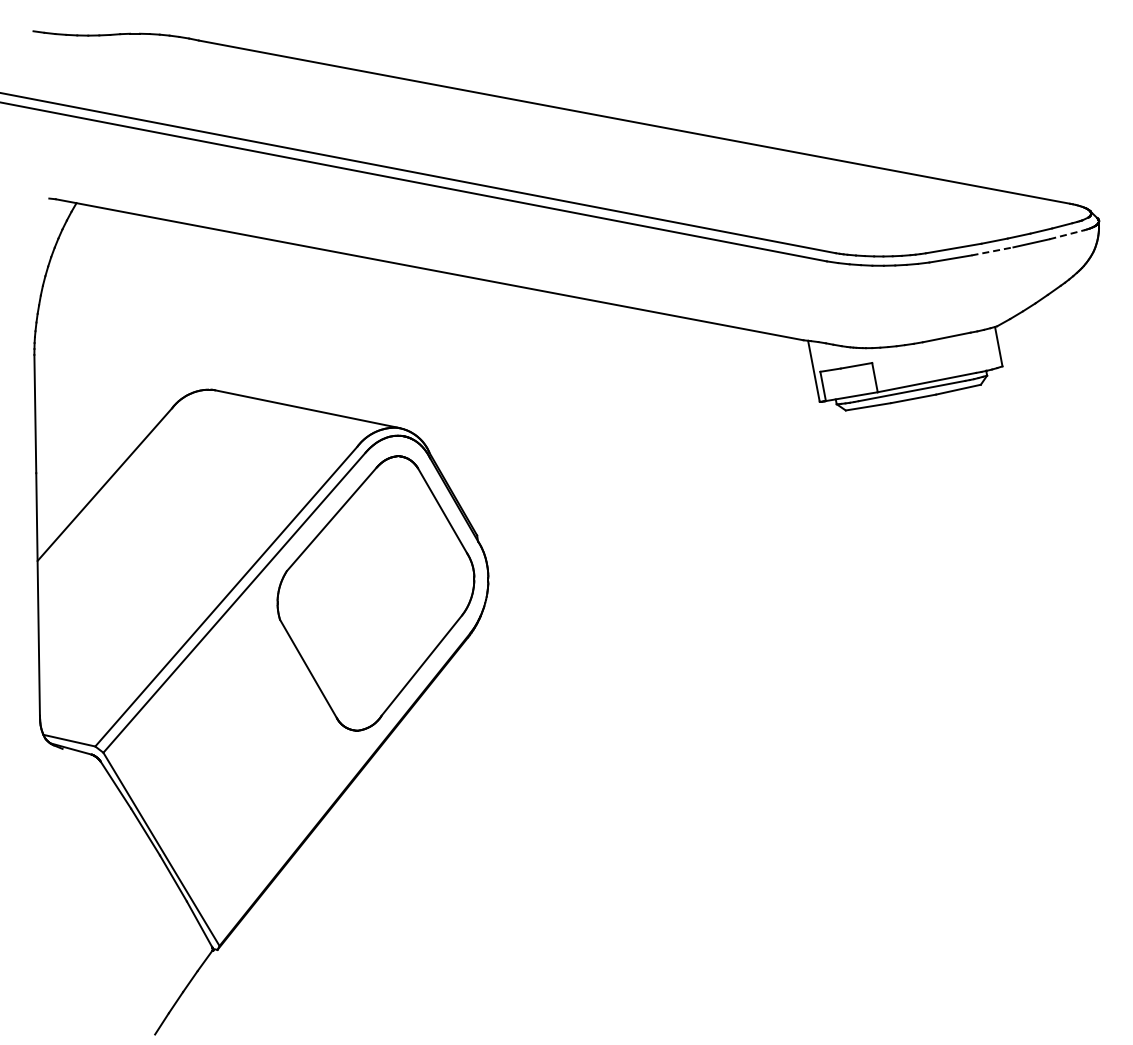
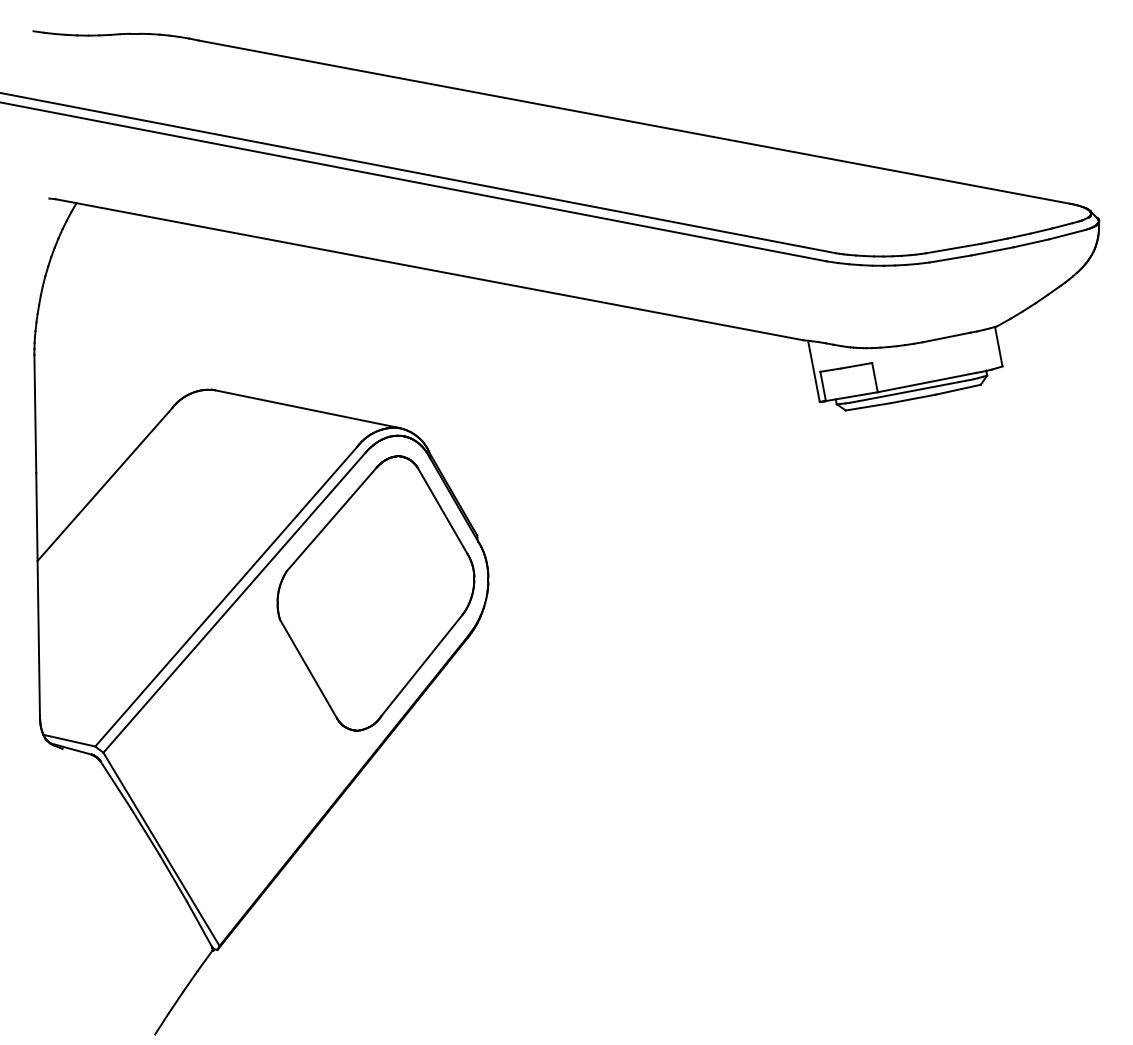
line at (1067, 234): dashed -> solid
line at (992, 251): dashed -> solid
